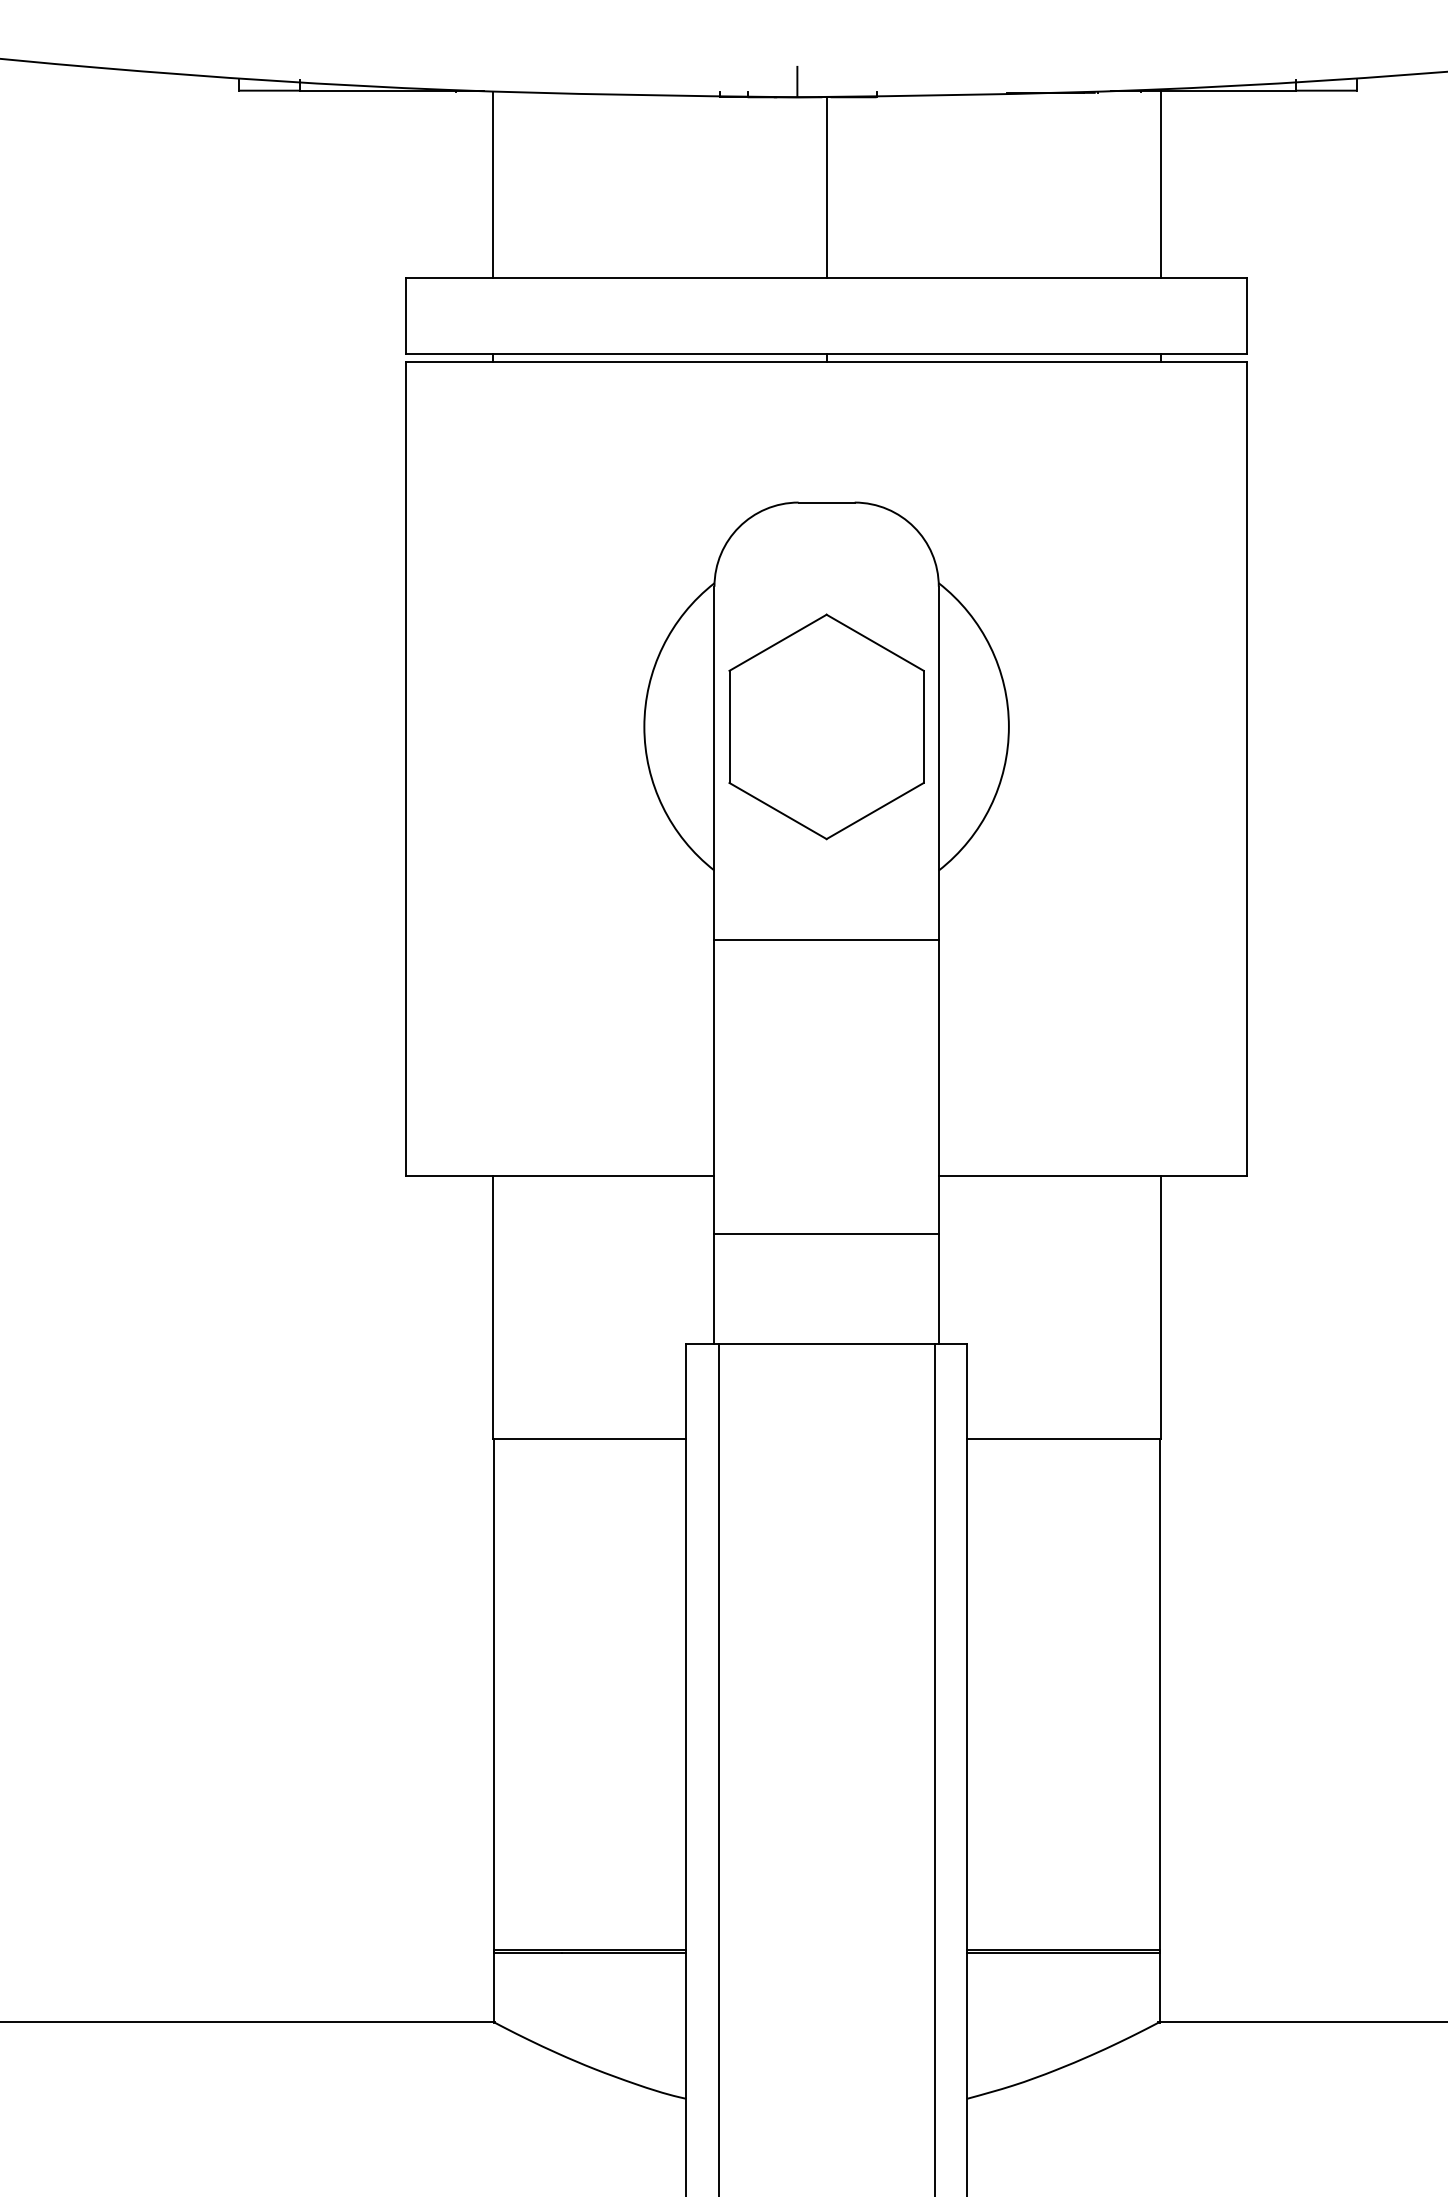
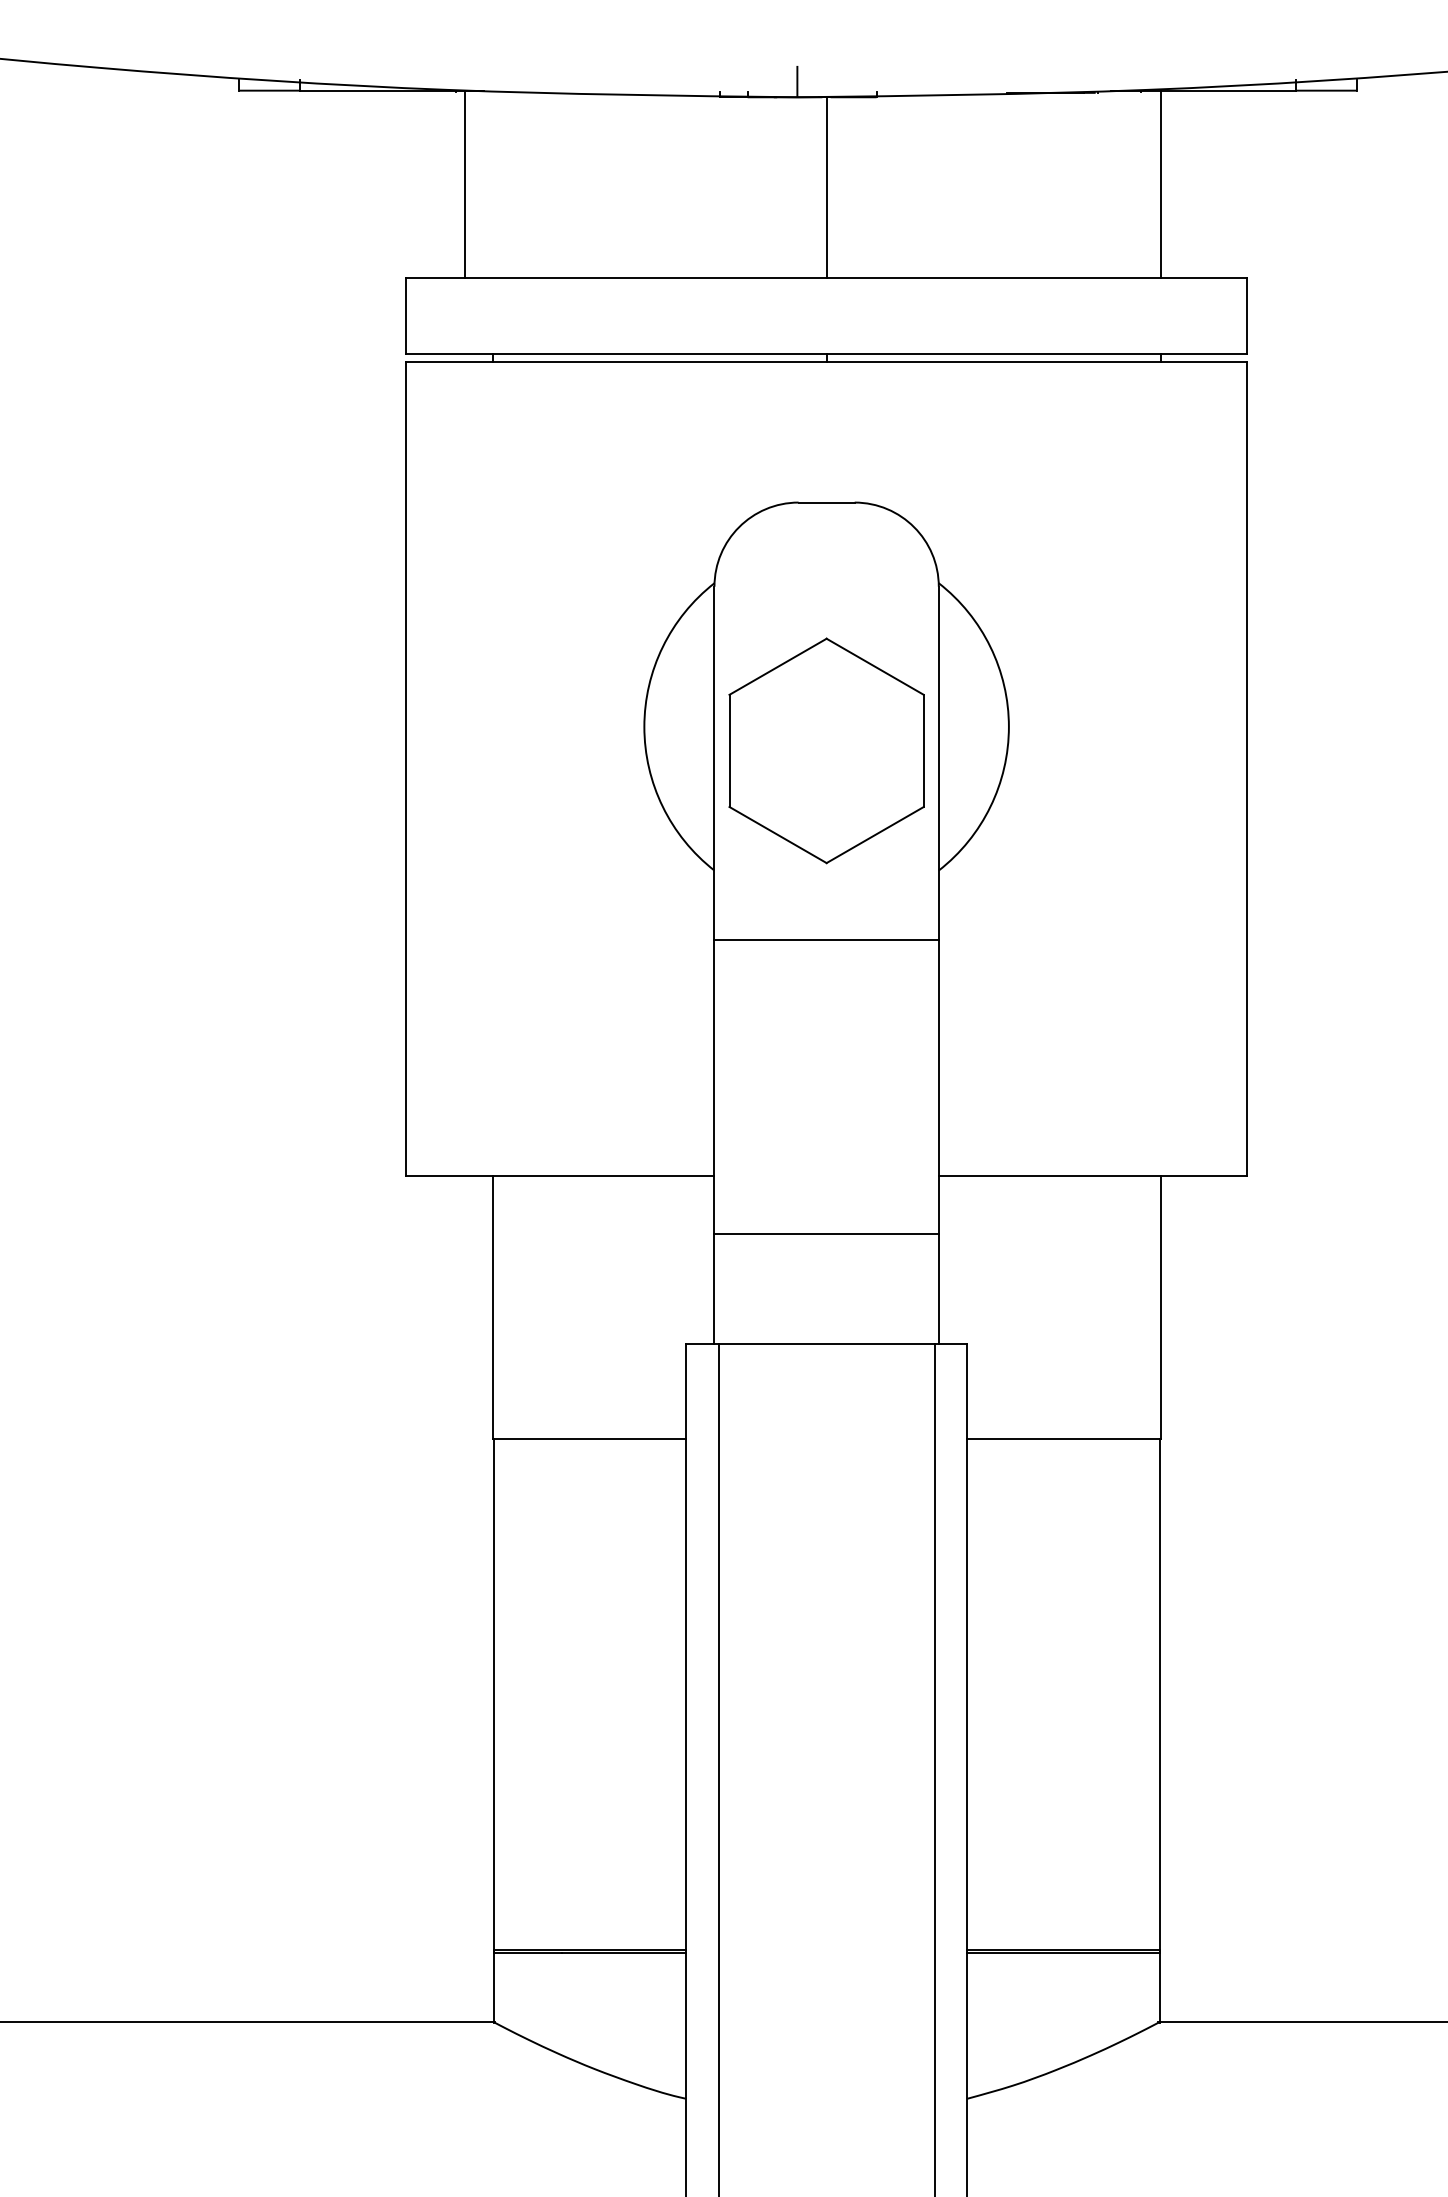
line at (492, 184) position: (492, 184) -> (464, 184)
part at (826, 726) position: (826, 726) -> (826, 750)
